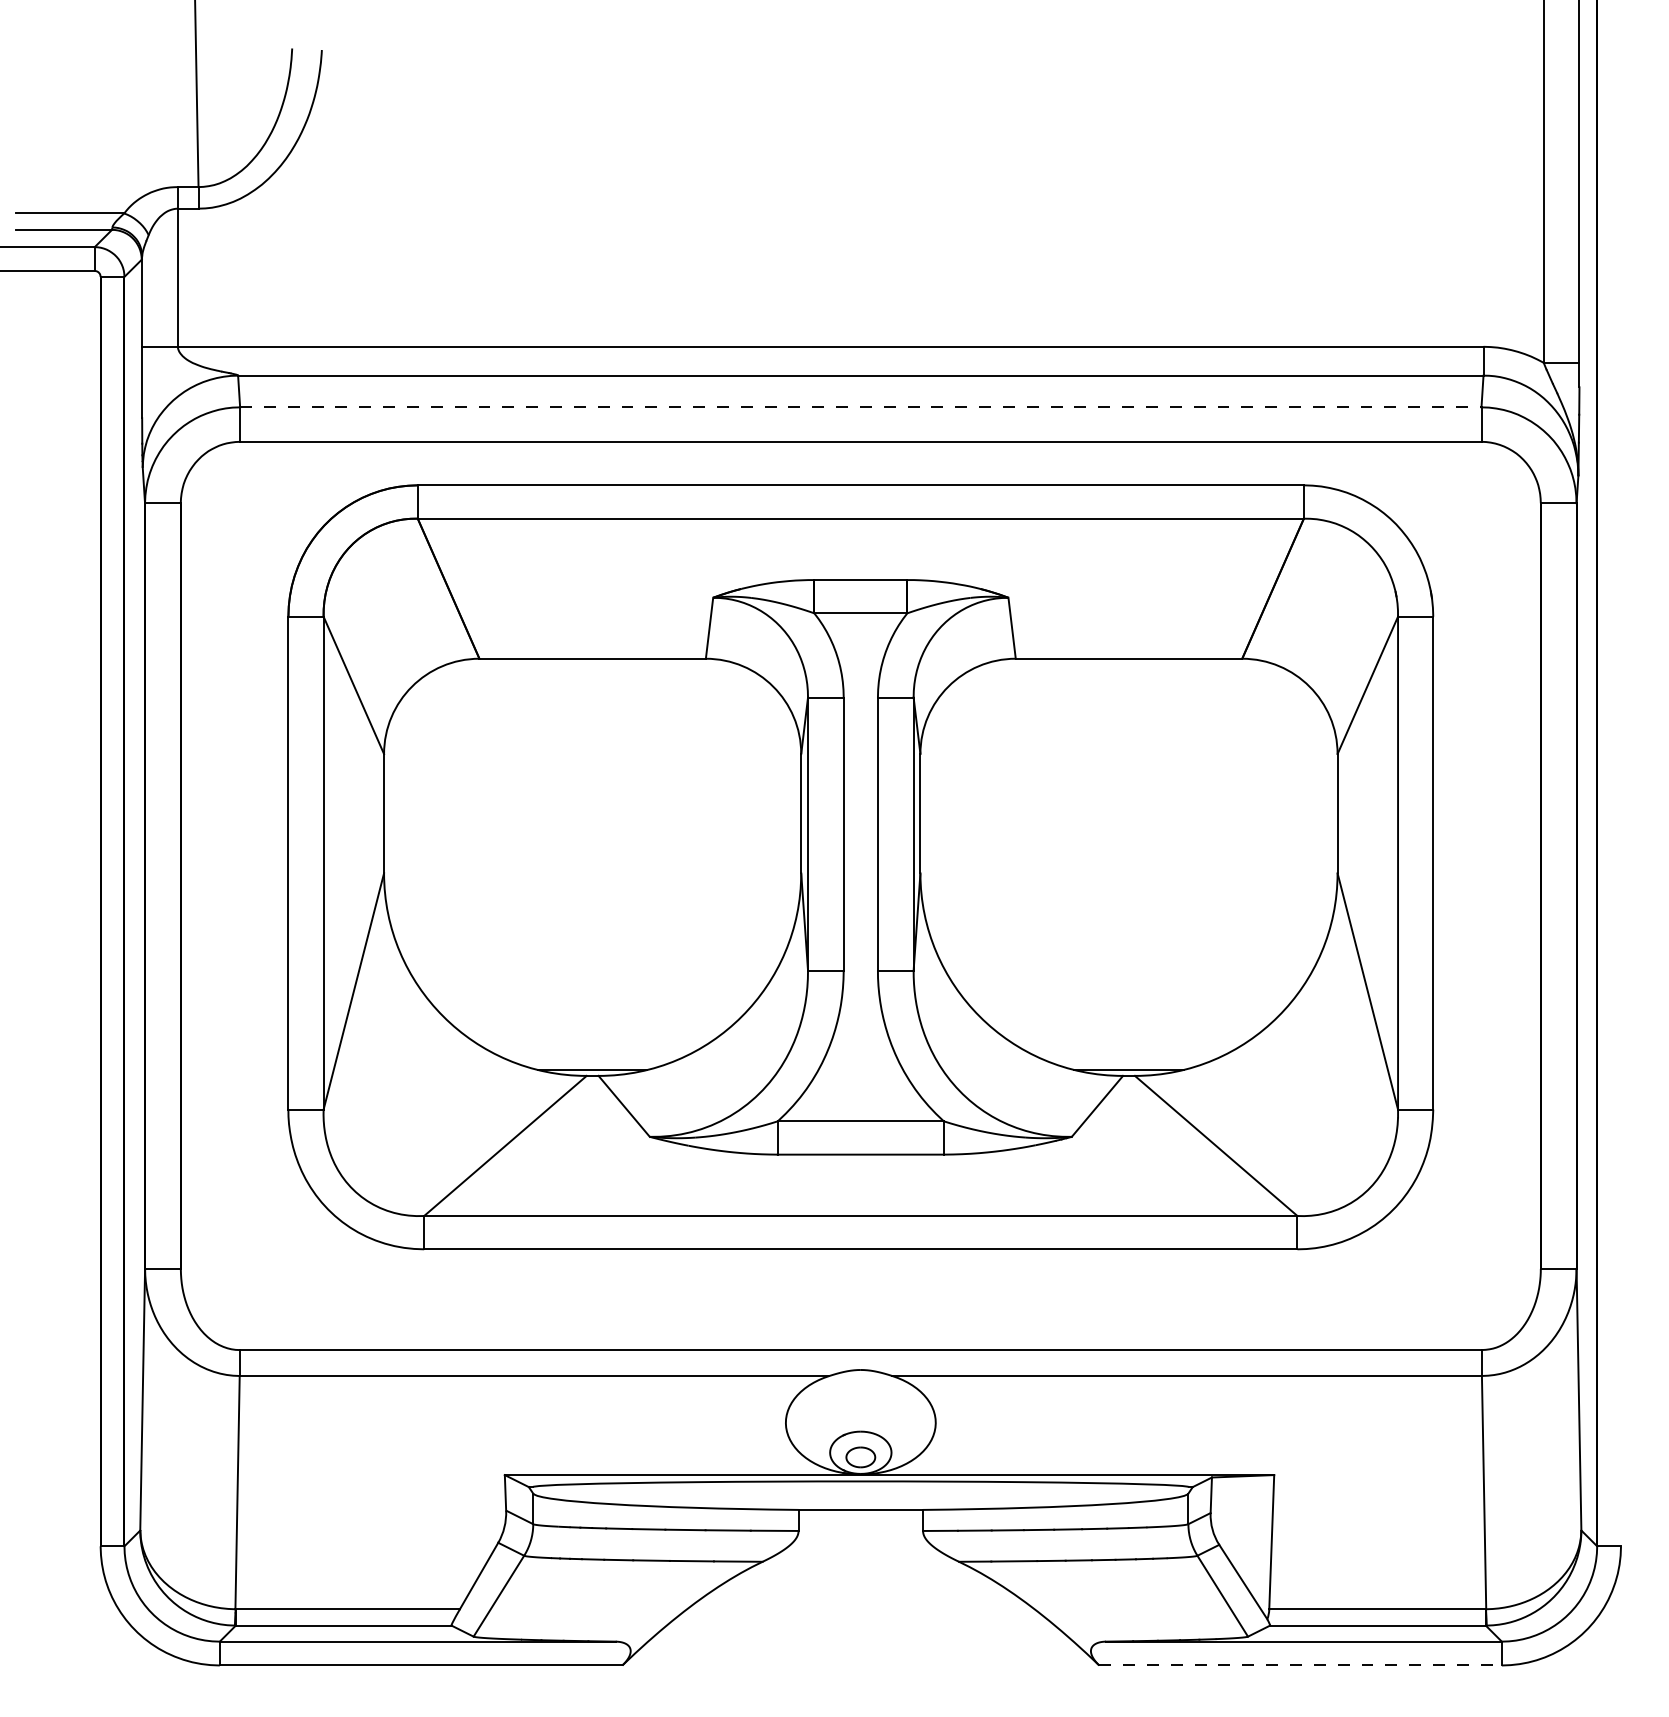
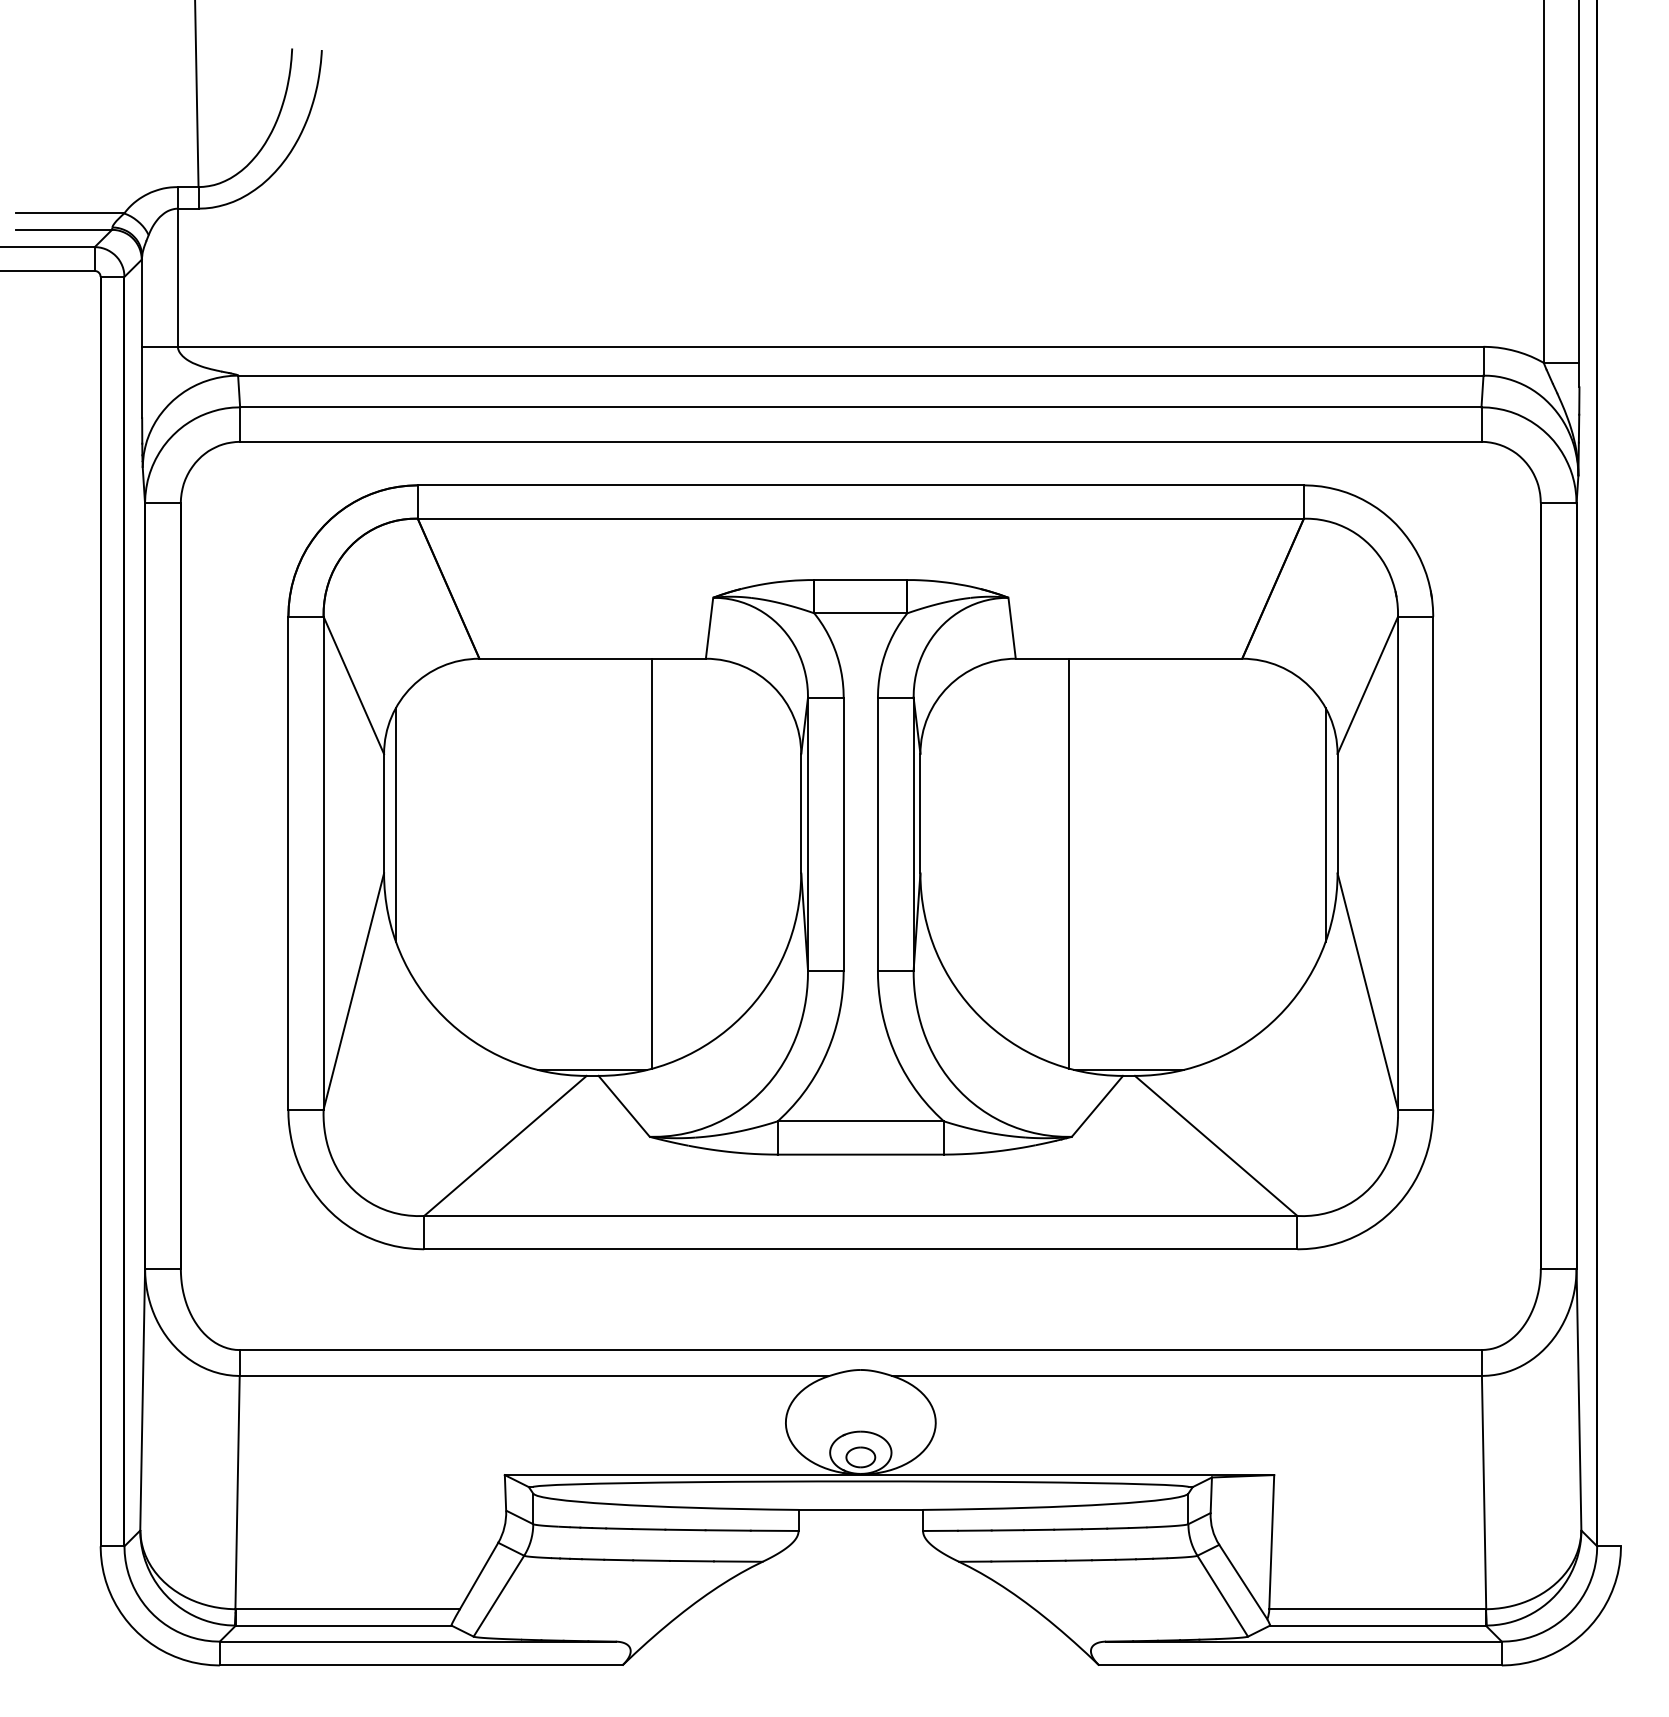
line at (860, 407): dashed -> solid
line at (395, 824): none -> present
line at (1325, 824): none -> present
line at (652, 863): none -> present
line at (1069, 863): none -> present
line at (1301, 1665): dashed -> solid
